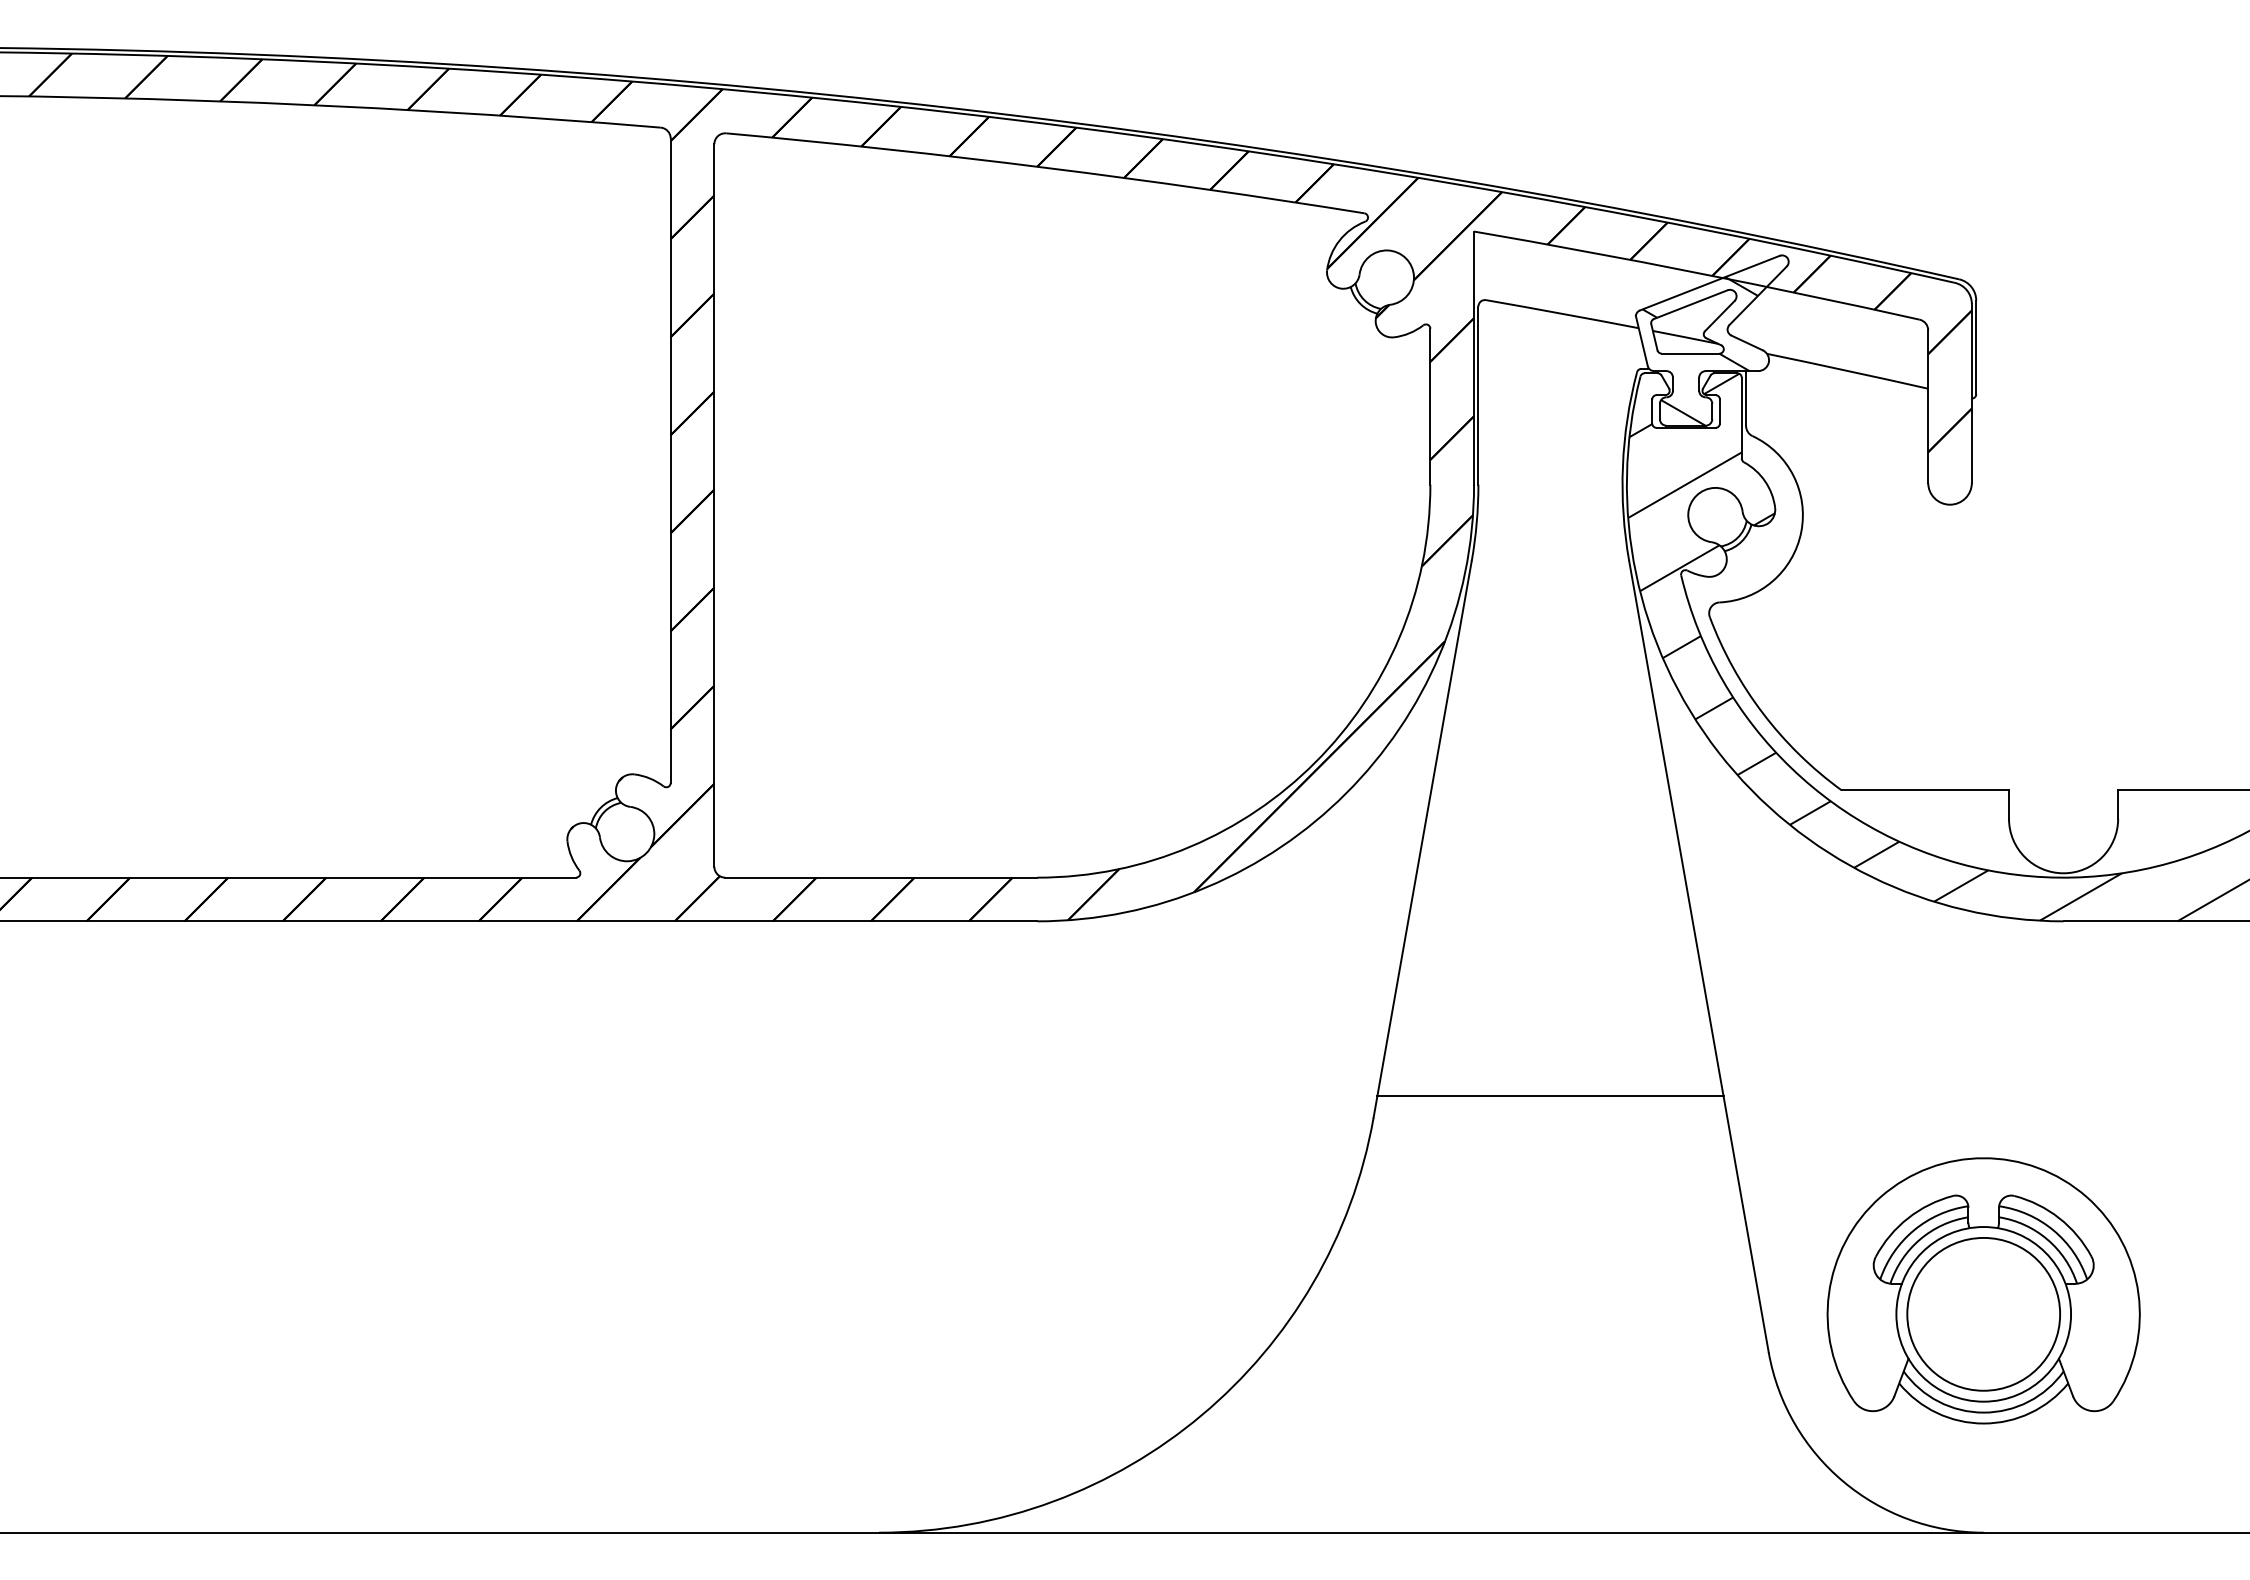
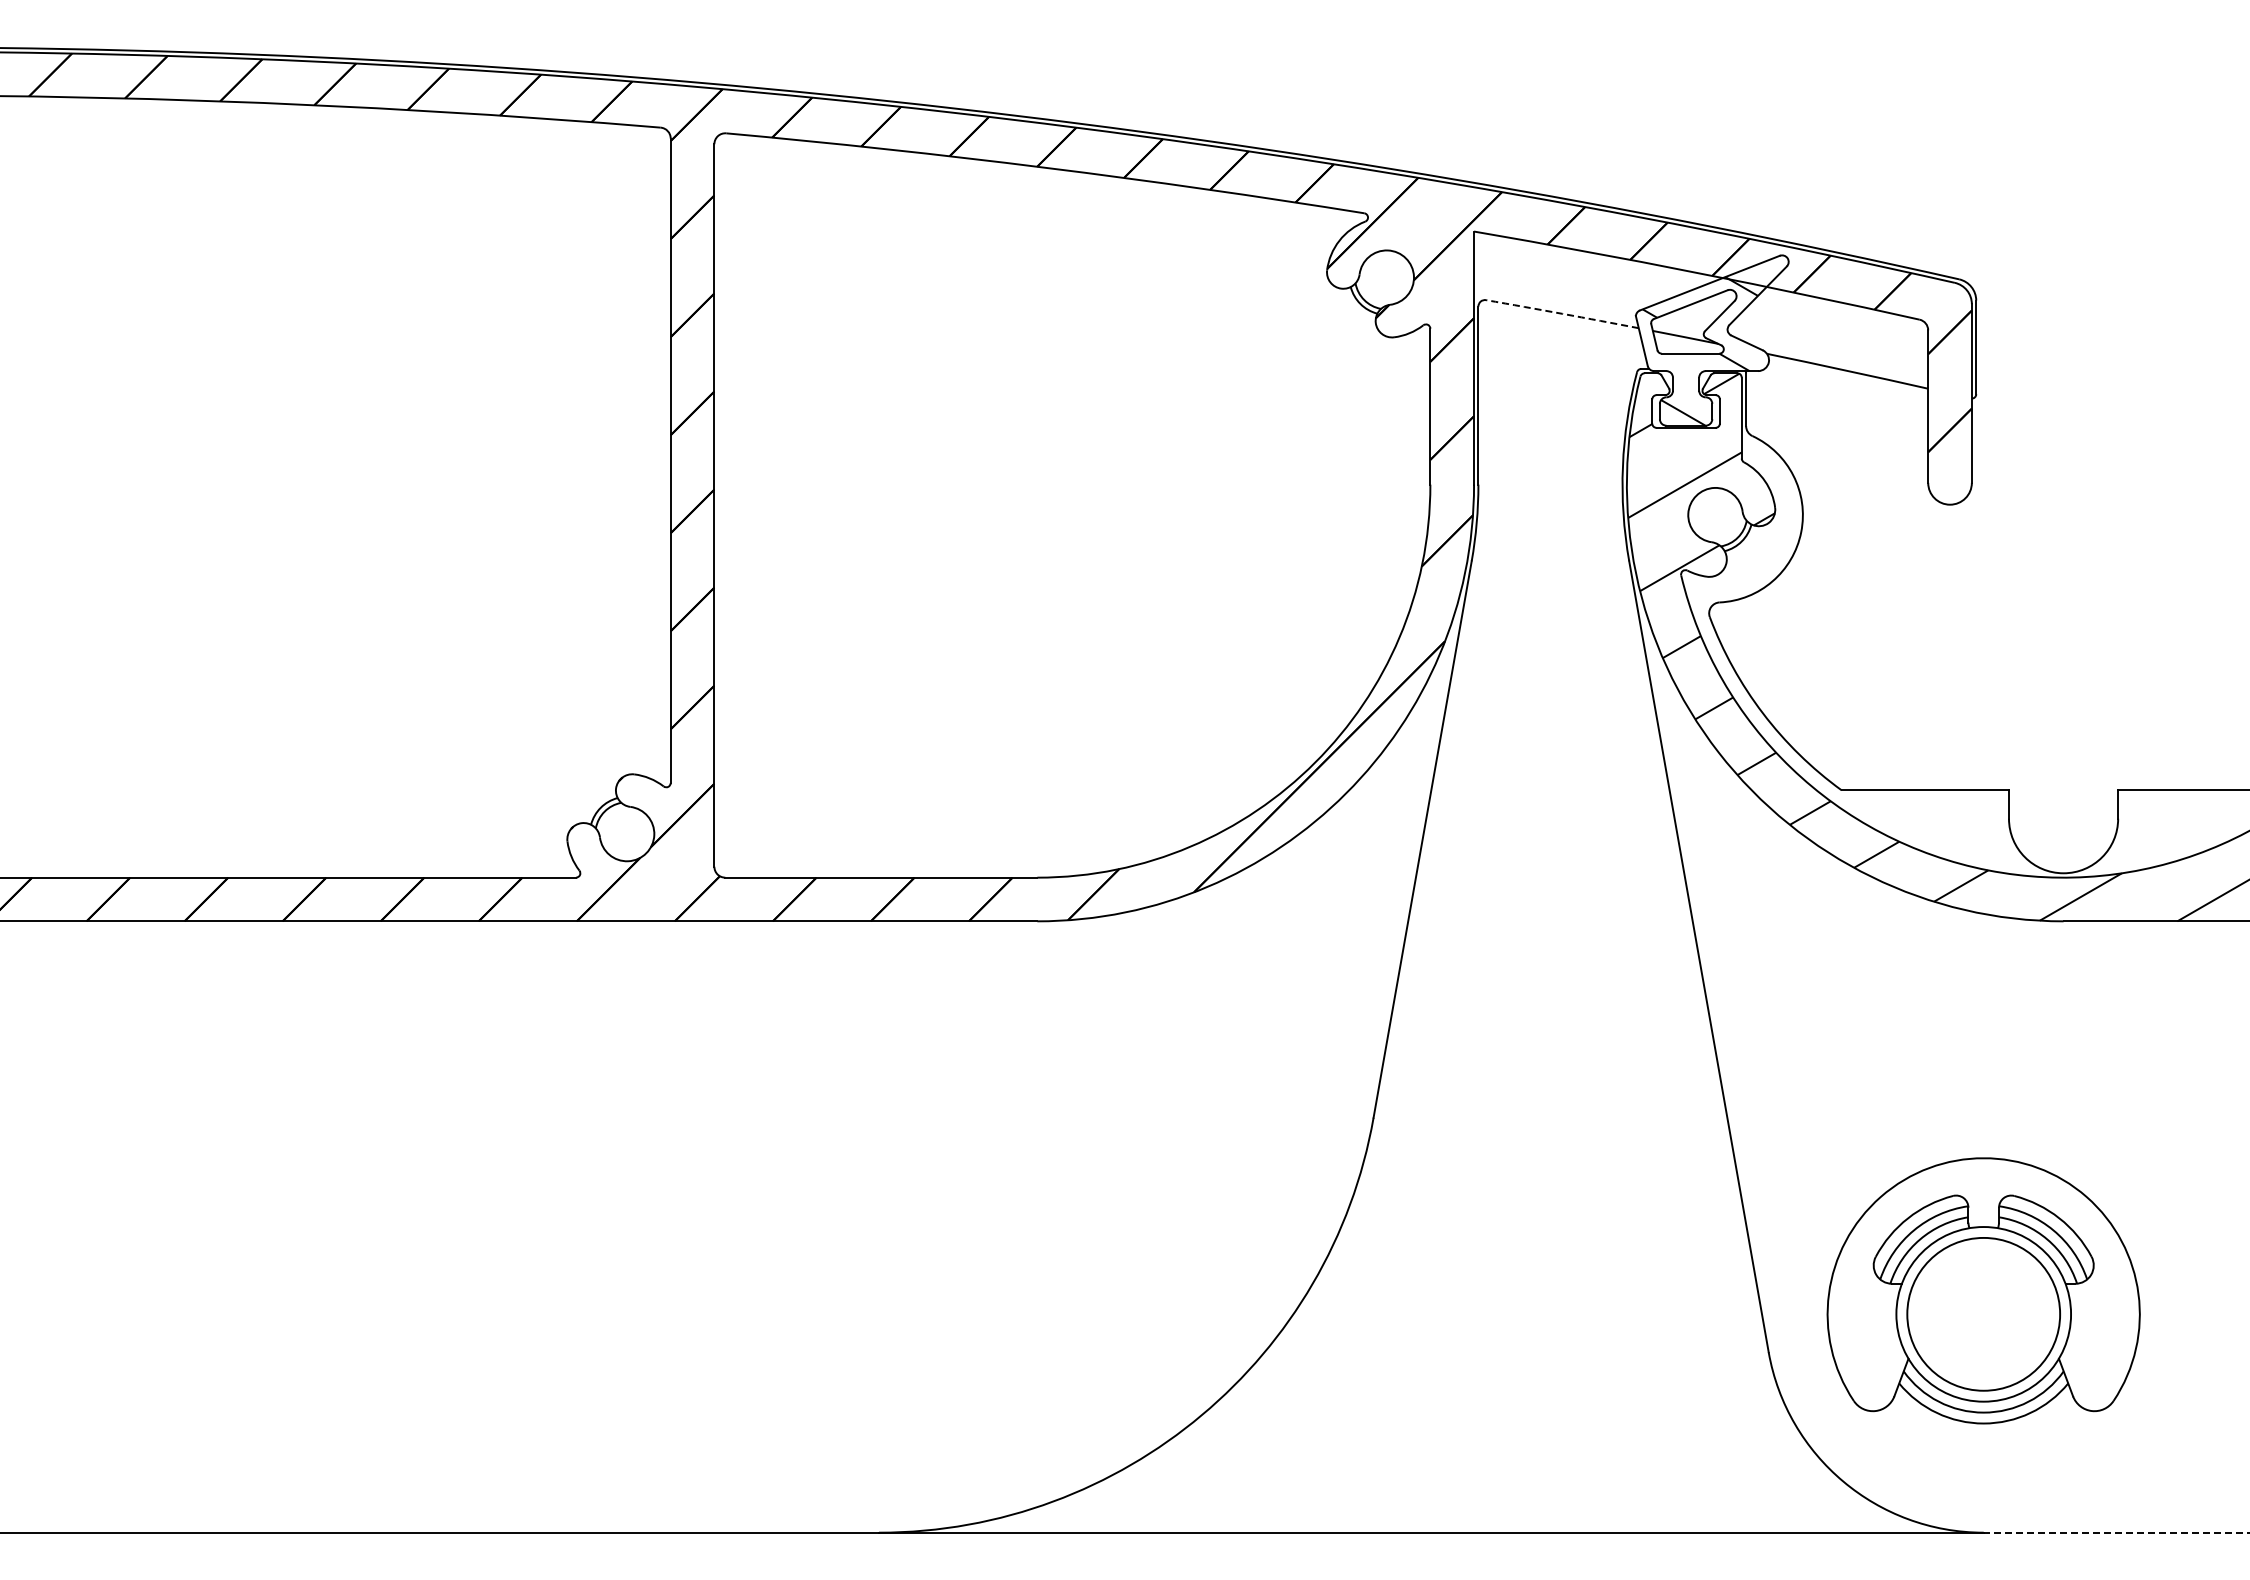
arc at (1562, 313): solid -> dashed
line at (1550, 1096): present -> none
line at (2116, 1532): solid -> dashed
